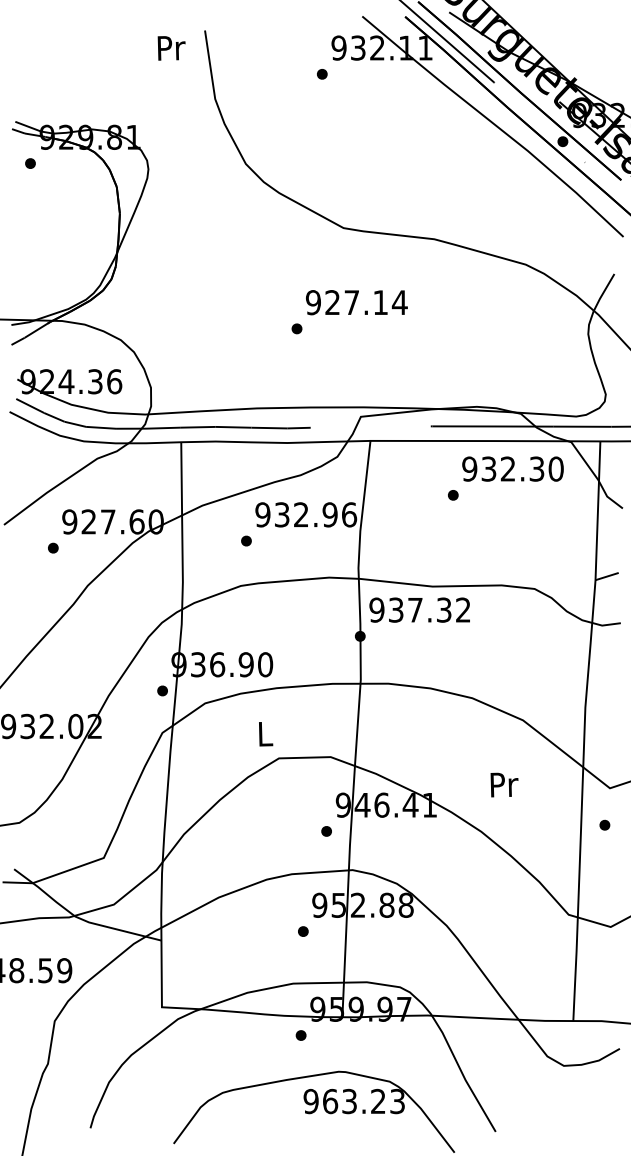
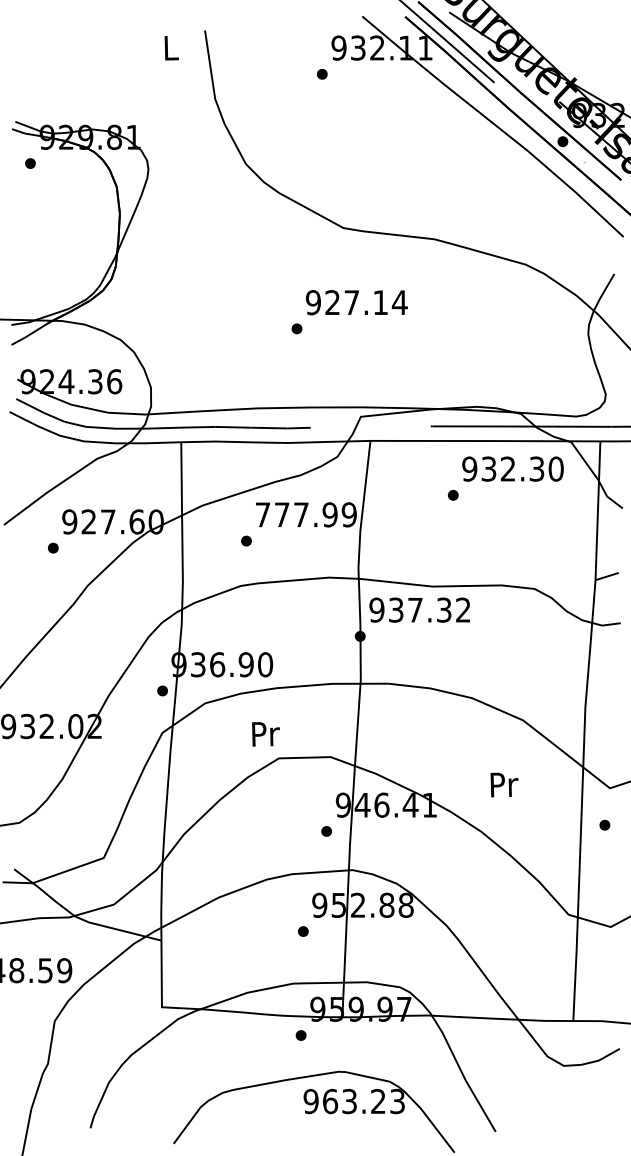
text at (171, 48): Pr -> L
text at (306, 514): 932.96 -> 777.99
text at (265, 734): L -> Pr
